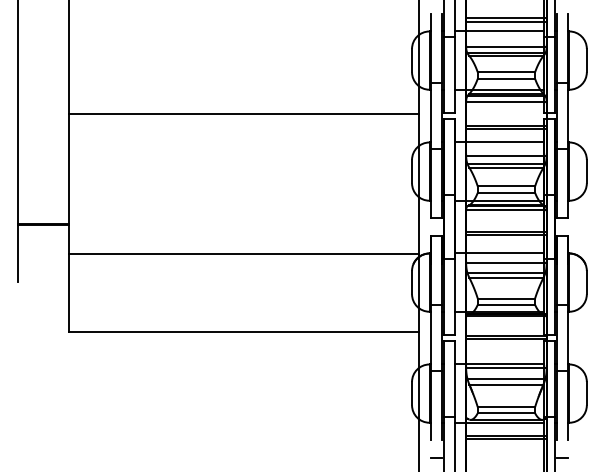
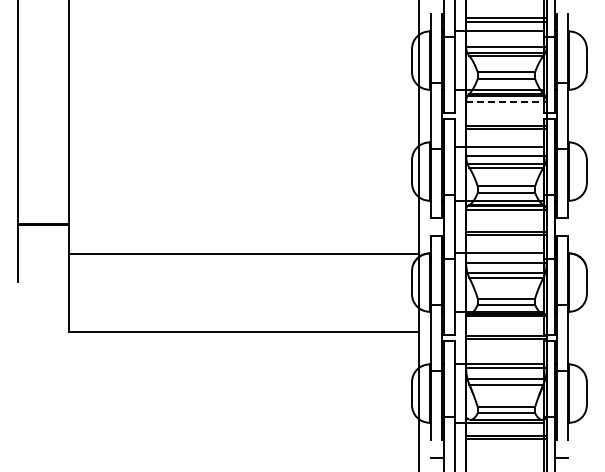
line at (506, 101): solid -> dashed
line at (244, 113): present -> none
line at (499, 142) position: (499, 142) -> (499, 147)
